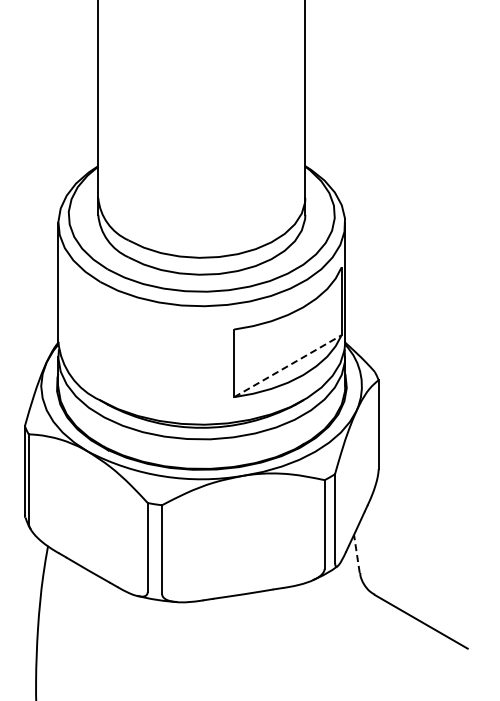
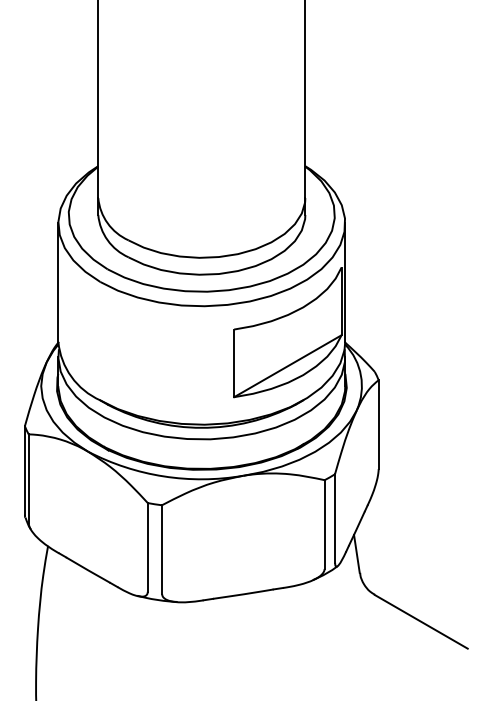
line at (287, 366): dashed -> solid
line at (356, 553): dashed -> solid
